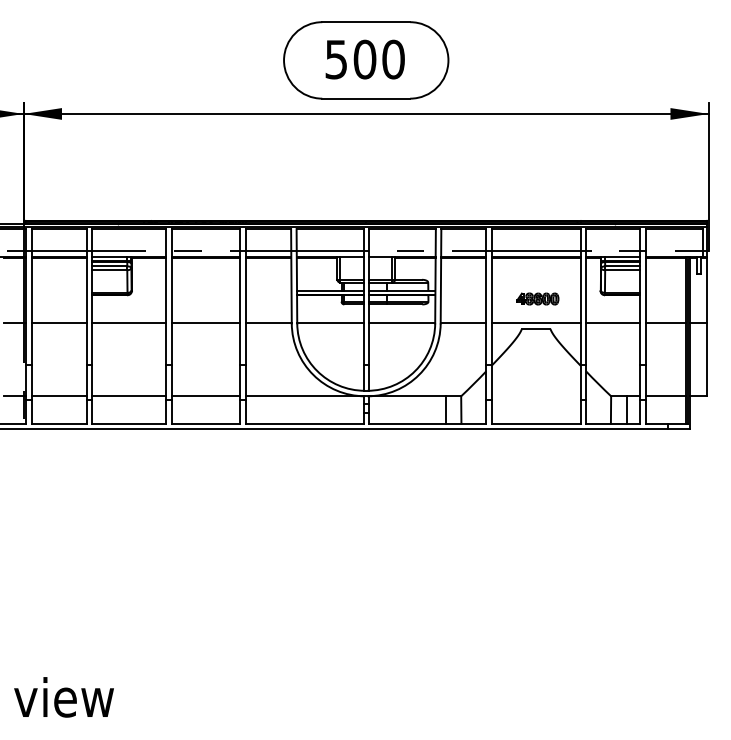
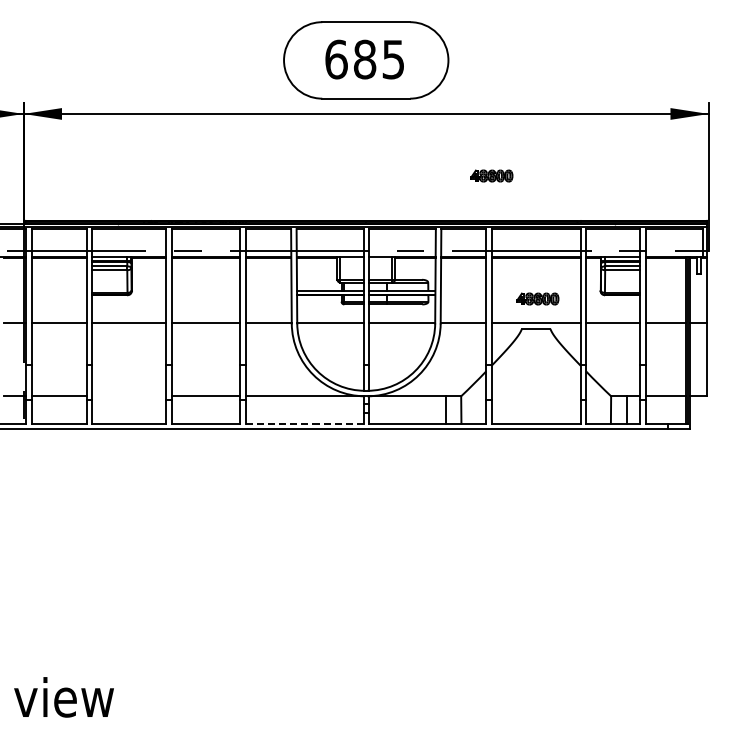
text at (364, 59): 500 -> 685
part at (491, 175): none -> present
line at (129, 396): present -> none
line at (304, 423): solid -> dashed
